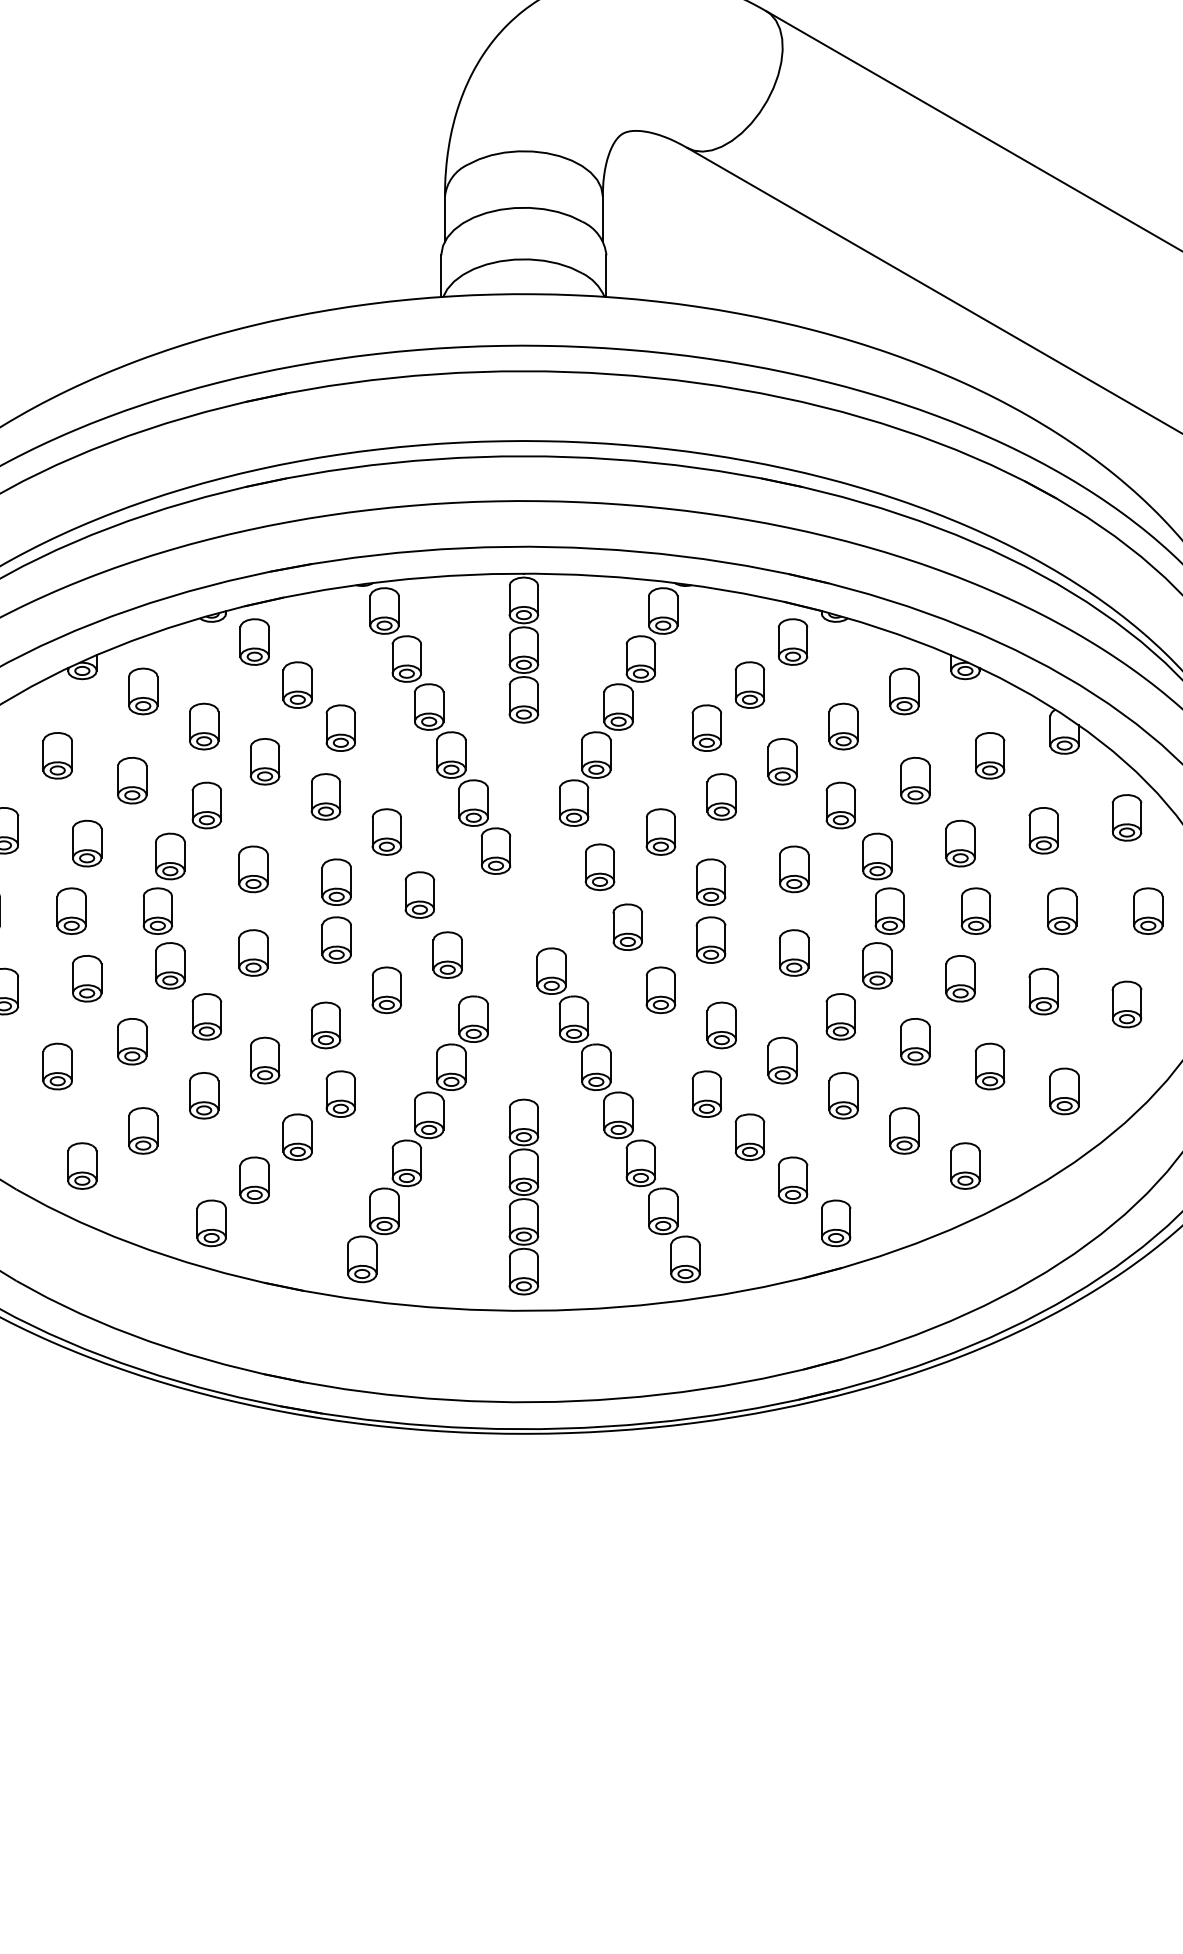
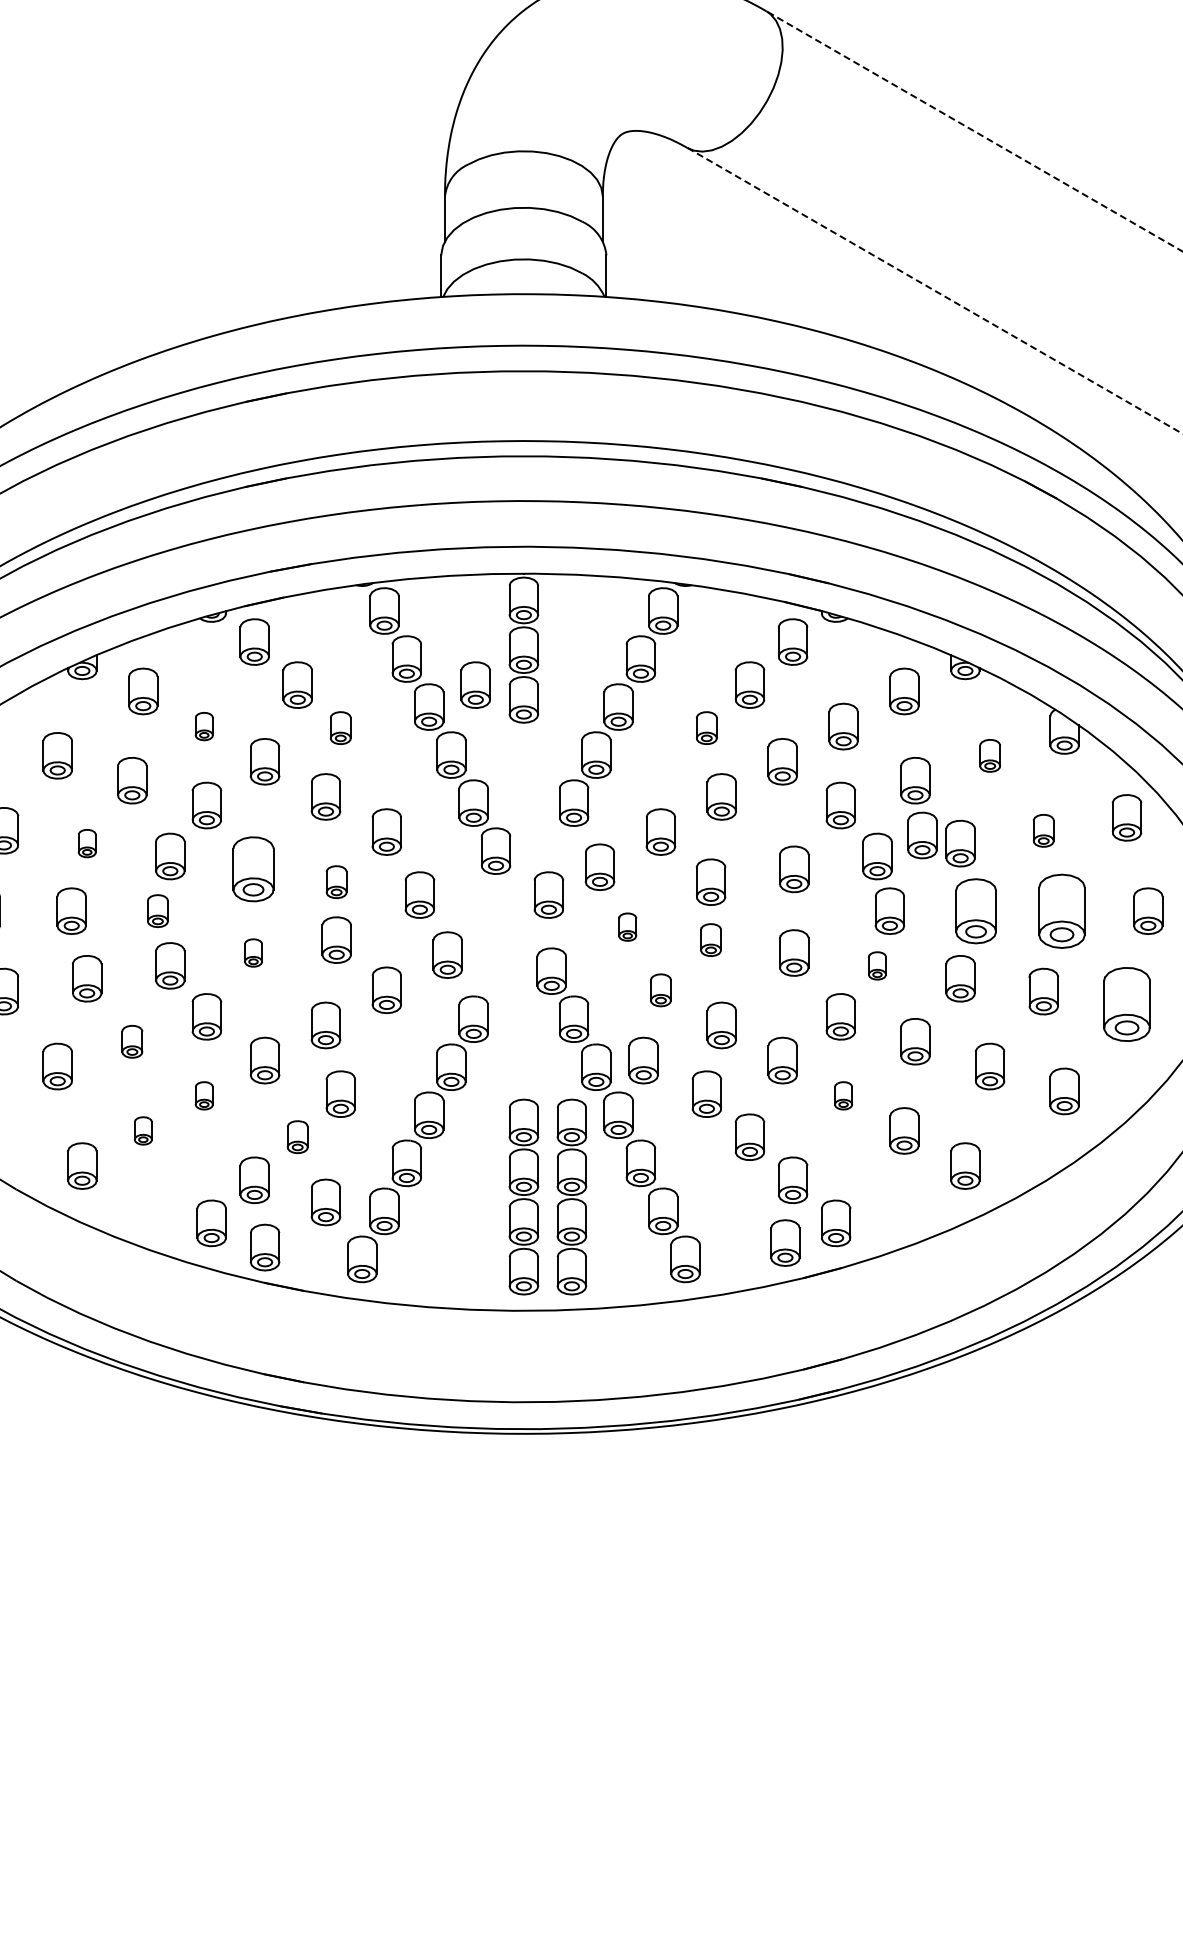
line at (974, 131): solid -> dashed
line at (935, 290): solid -> dashed
part at (475, 684): none -> present
part at (204, 726) size: 31x49 px -> 20x31 px
part at (340, 727) size: 31x48 px -> 22x34 px
part at (706, 727) size: 31x48 px -> 23x34 px
part at (990, 755) size: 31x48 px -> 23x34 px
part at (1043, 830) size: 31x48 px -> 23x34 px
part at (922, 835): none -> present
part at (87, 843) size: 31x49 px -> 20x30 px
part at (253, 869) size: 31x49 px -> 43x67 px
part at (336, 881) size: 31x48 px -> 23x34 px
part at (548, 894): none -> present
part at (157, 910) size: 32x48 px -> 22x34 px
part at (975, 910) size: 32x48 px -> 42x67 px
part at (1062, 910) size: 31x48 px -> 48x76 px
part at (627, 926) size: 31x48 px -> 20x30 px
part at (710, 939) size: 32x48 px -> 22x34 px
part at (253, 952) size: 31x48 px -> 19x30 px
part at (877, 965) size: 31x48 px -> 20x30 px
part at (660, 990) size: 32x49 px -> 22x35 px
part at (1126, 1004) size: 32x49 px -> 48x75 px
part at (132, 1041) size: 31x48 px -> 23x35 px
part at (643, 1060): none -> present
part at (204, 1095) size: 31x48 px -> 20x30 px
part at (843, 1095) size: 31x48 px -> 19x30 px
part at (143, 1130) size: 31x48 px -> 20x30 px
part at (297, 1136) size: 31x48 px -> 23x35 px
part at (571, 1196): none -> present
part at (325, 1202): none -> present
part at (785, 1242): none -> present
part at (264, 1247): none -> present
